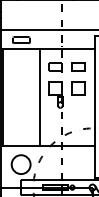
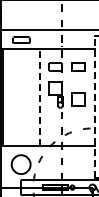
part at (78, 88) position: (78, 88) -> (78, 99)
line at (39, 97): solid -> dashed
line at (94, 107): solid -> dashed
